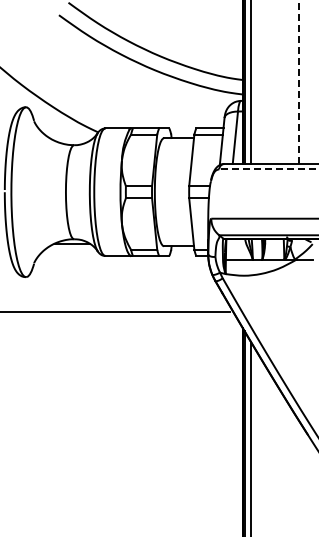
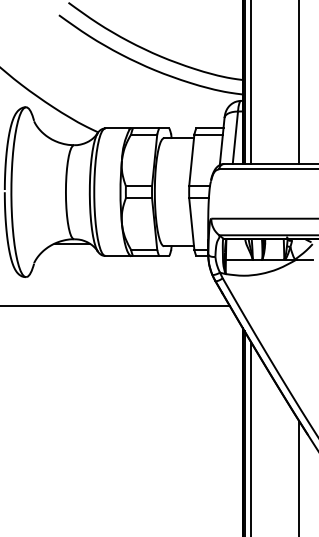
line at (299, 81): dashed -> solid
line at (269, 169): dashed -> solid
line at (116, 312) position: (116, 312) -> (116, 306)
line at (299, 476): none -> present
